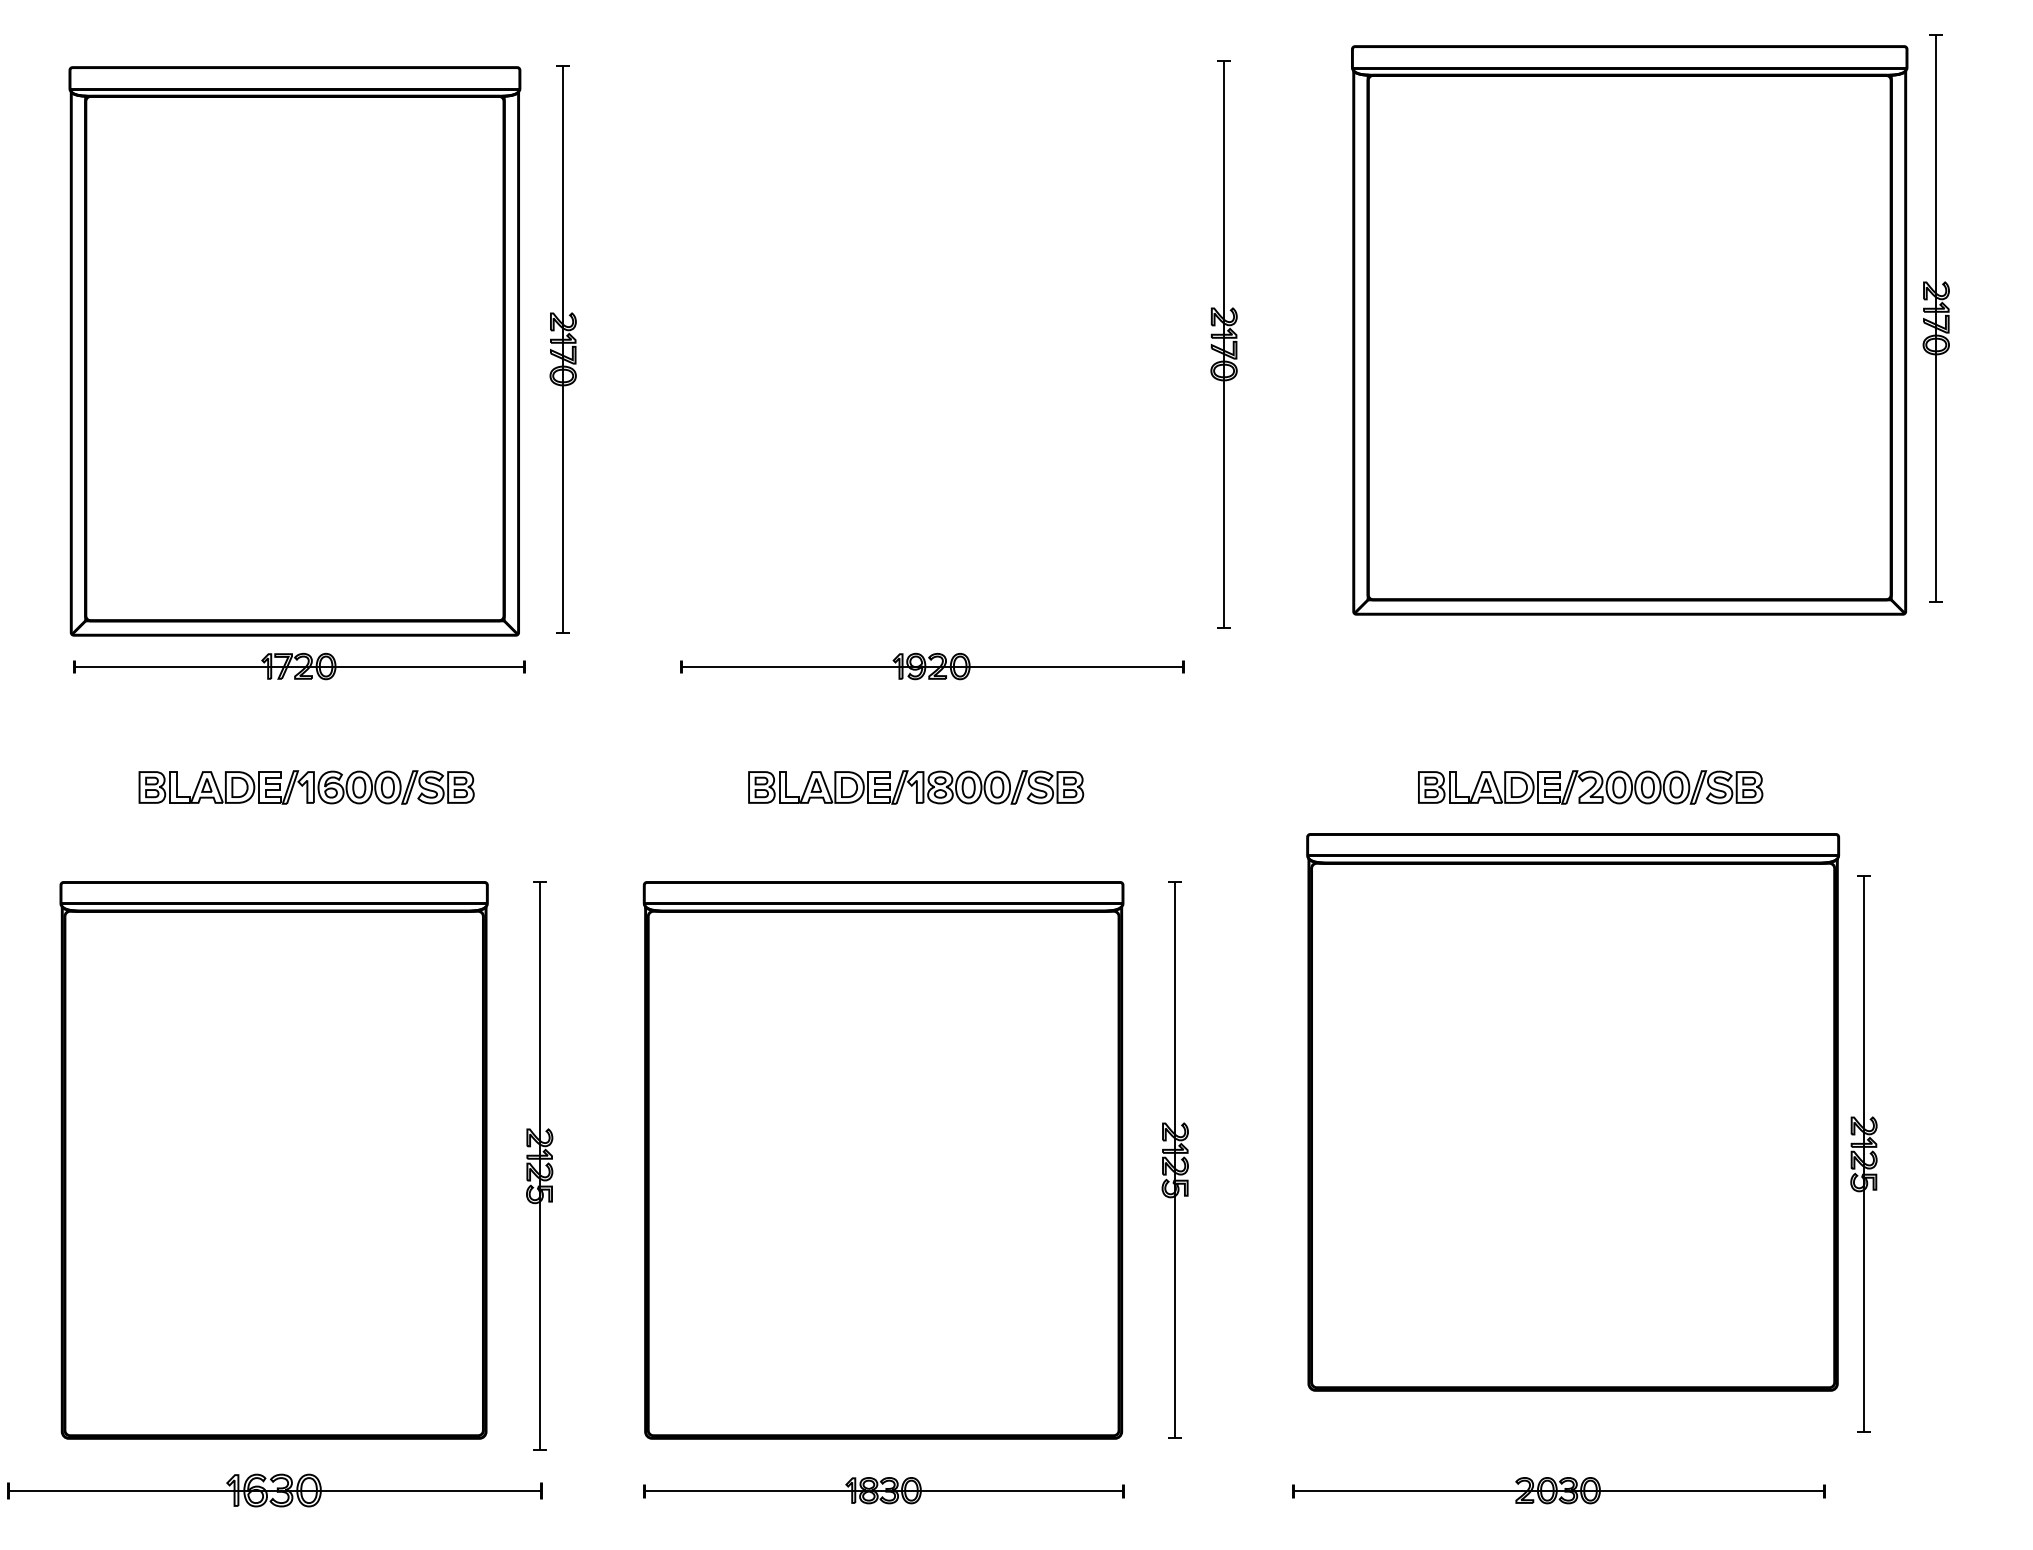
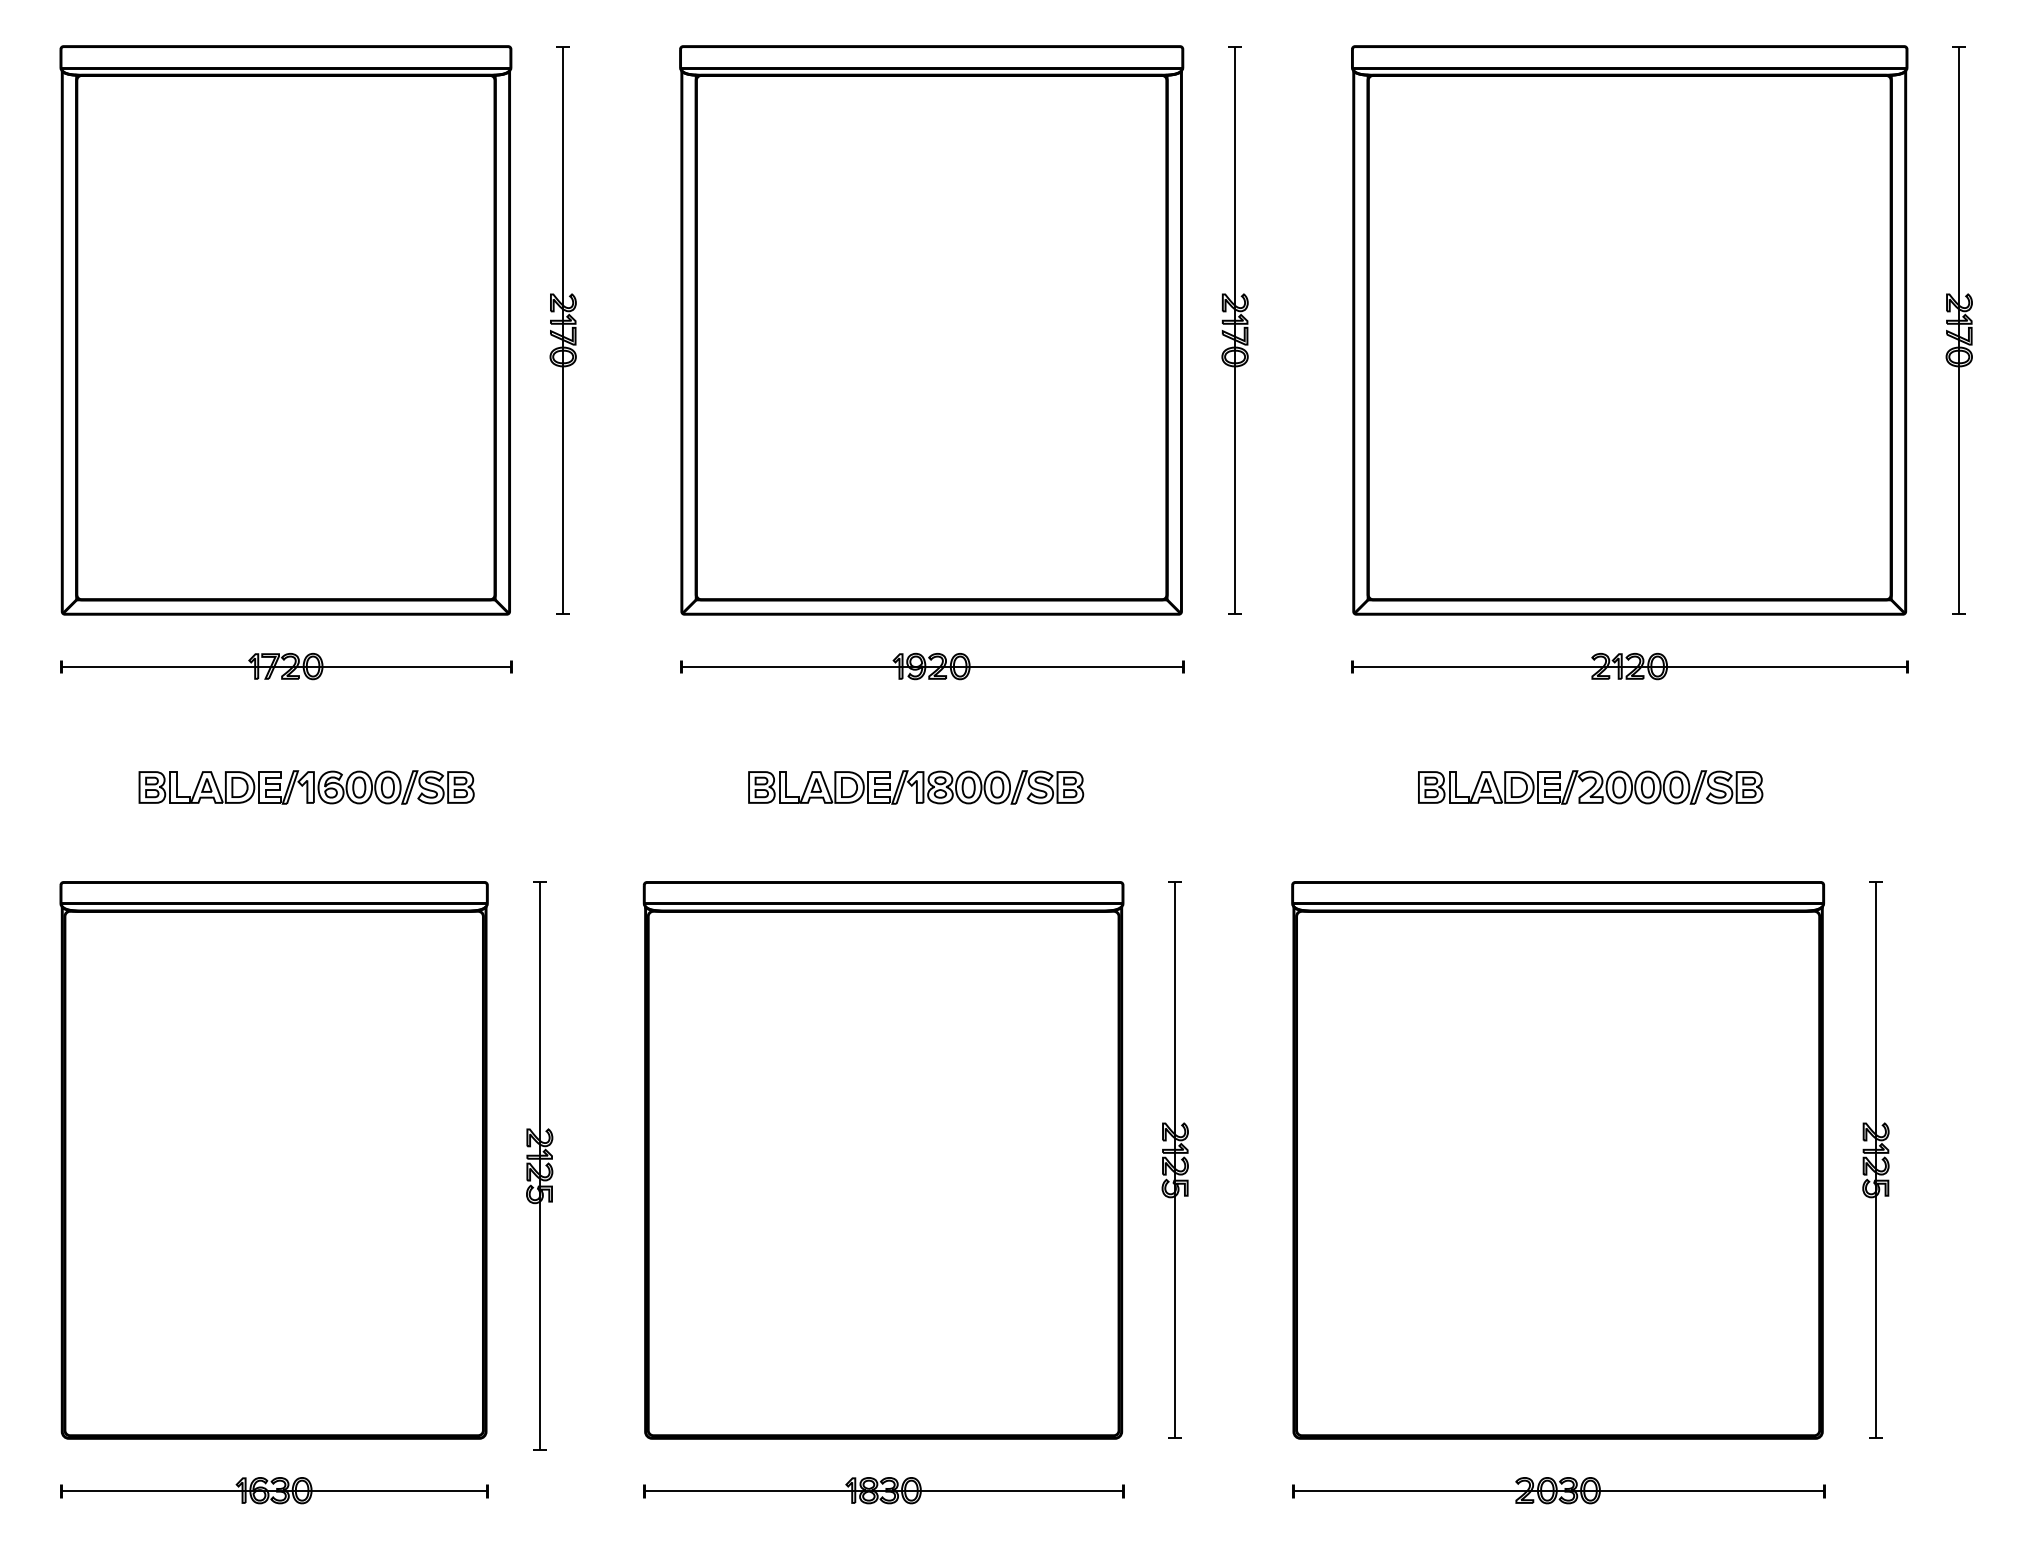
part at (1935, 318) position: (1935, 318) -> (1958, 330)
part at (931, 330): none -> present
part at (1223, 344) position: (1223, 344) -> (1234, 330)
part at (562, 349) position: (562, 349) -> (562, 330)
part at (294, 351) position: (294, 351) -> (285, 330)
part at (299, 666) position: (299, 666) -> (286, 666)
part at (1629, 666): none -> present
part at (1572, 1112) position: (1572, 1112) -> (1557, 1160)
part at (1863, 1153) position: (1863, 1153) -> (1875, 1159)
part at (274, 1490) size: 536x35 px -> 429x28 px
